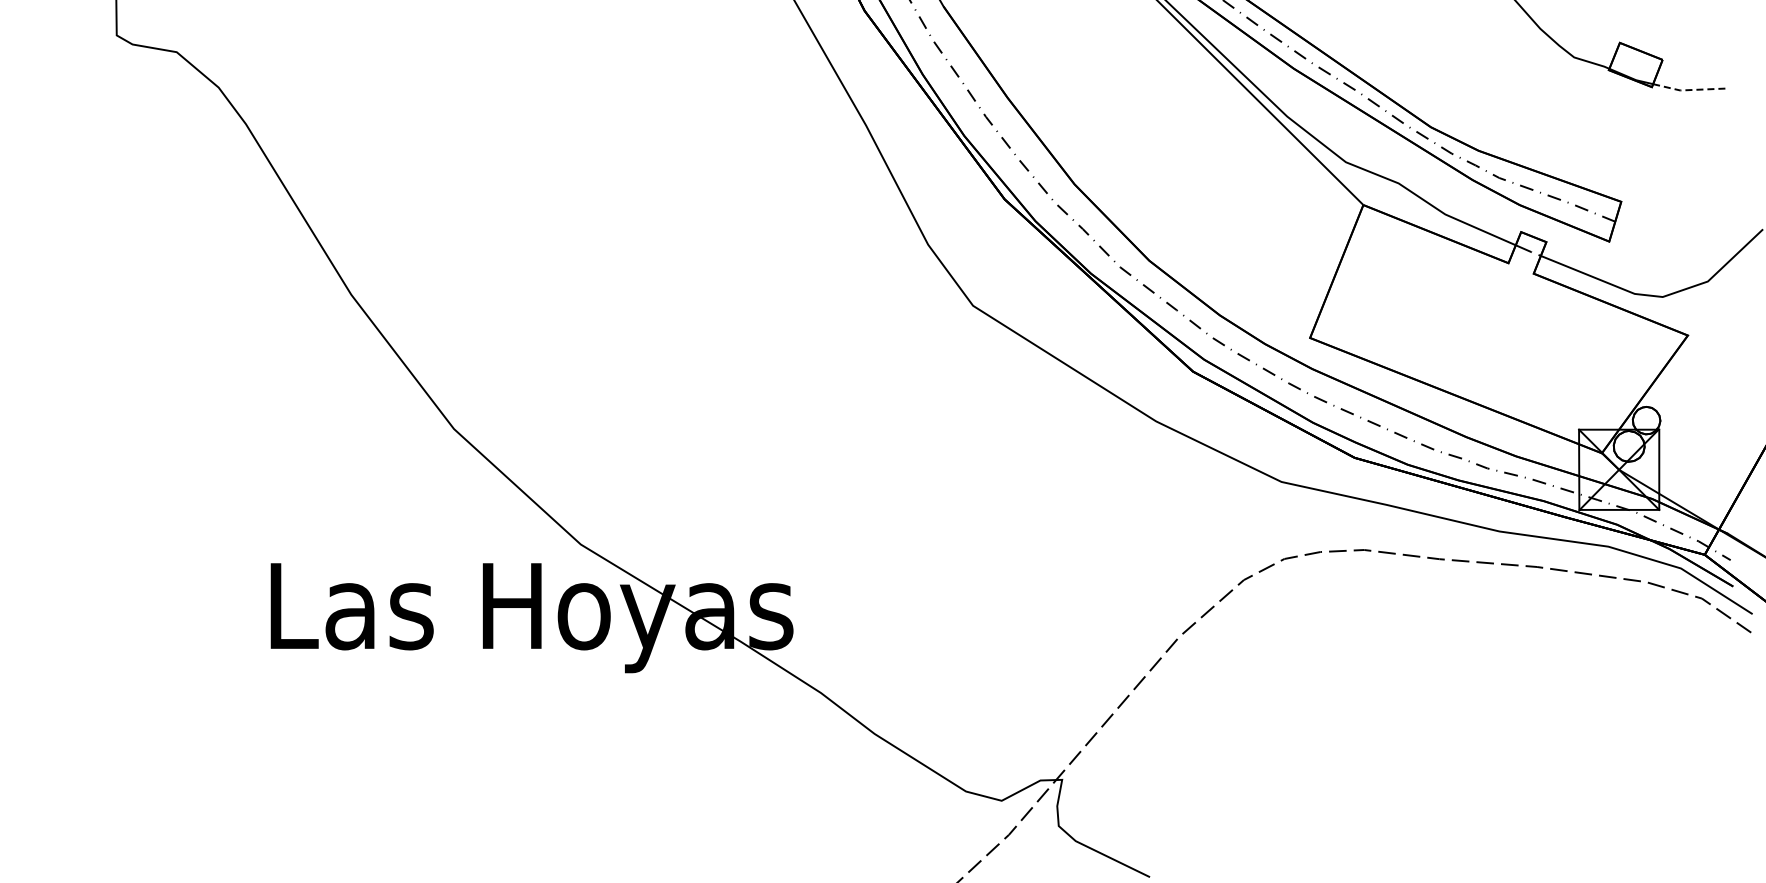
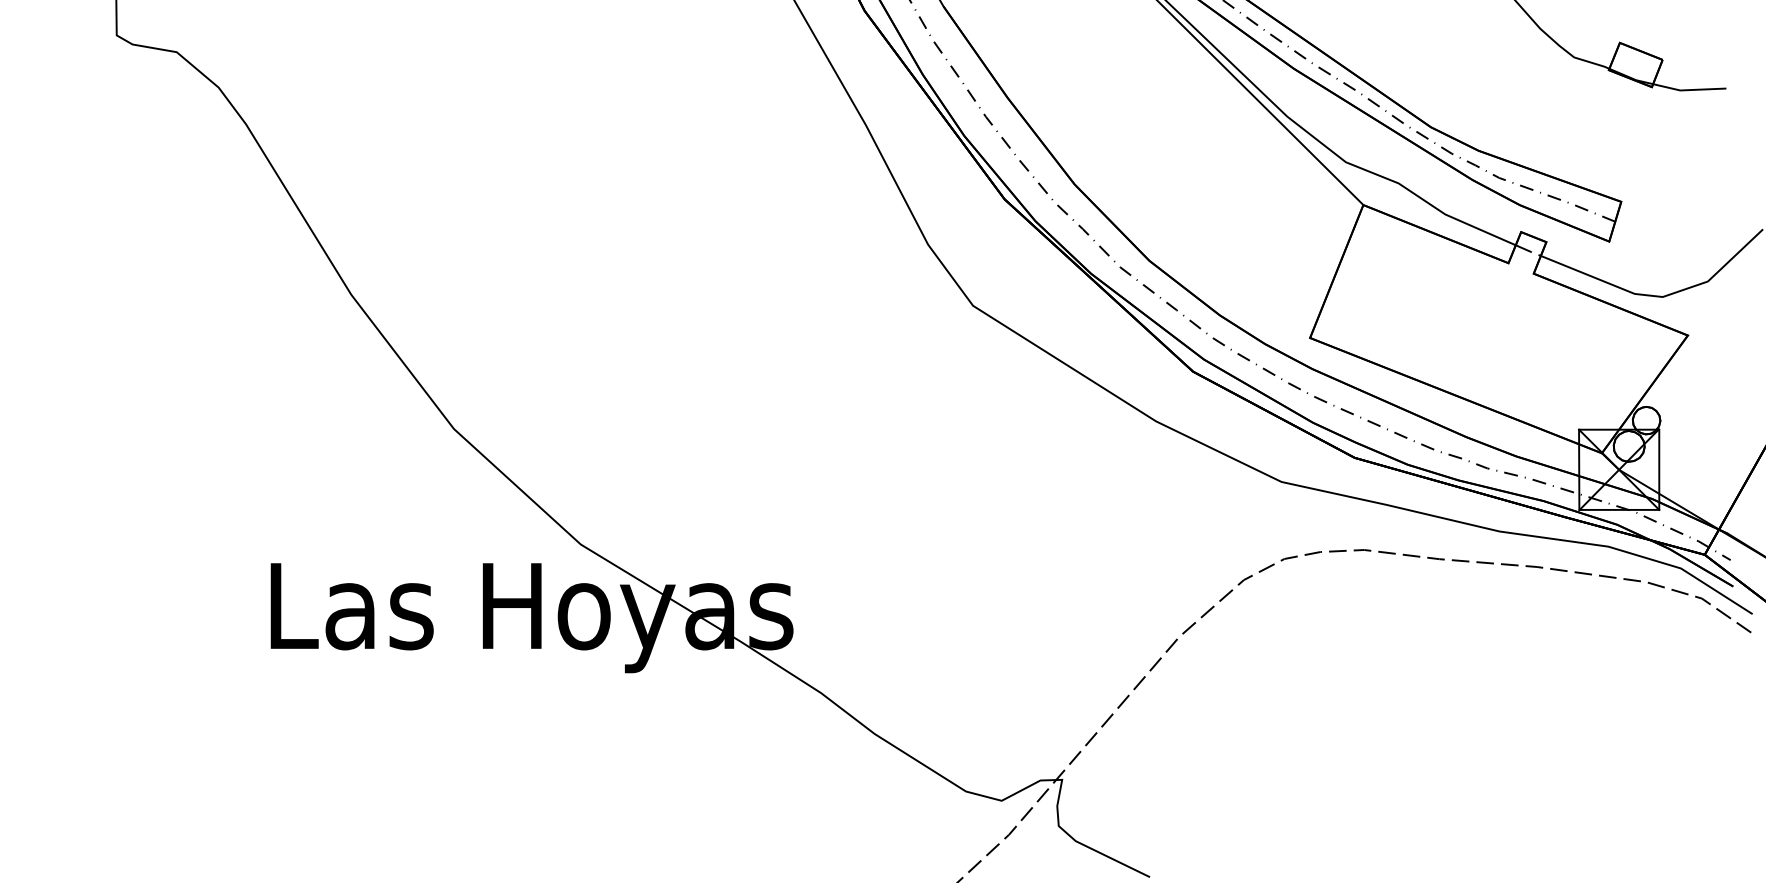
line at (1689, 90): dashed -> solid
